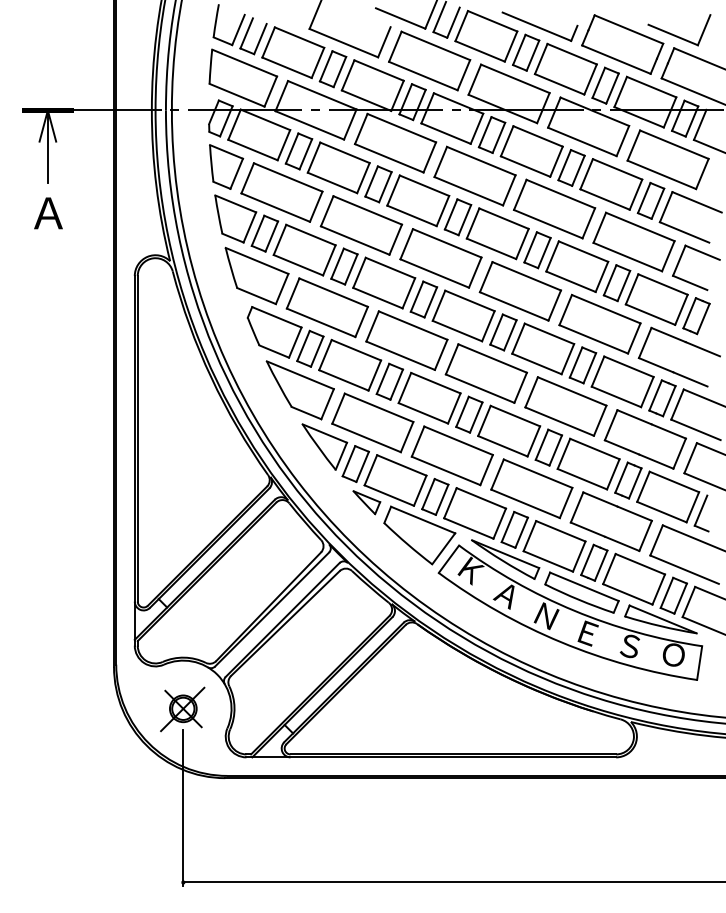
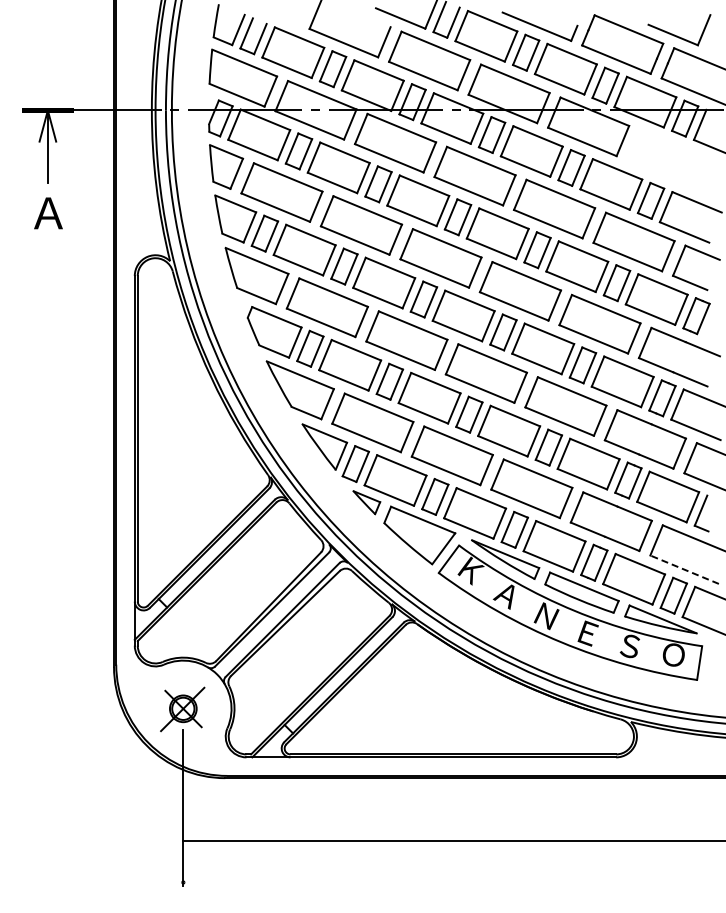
part at (667, 159): present -> none
line at (684, 569): solid -> dashed
line at (452, 882) position: (452, 882) -> (452, 841)
